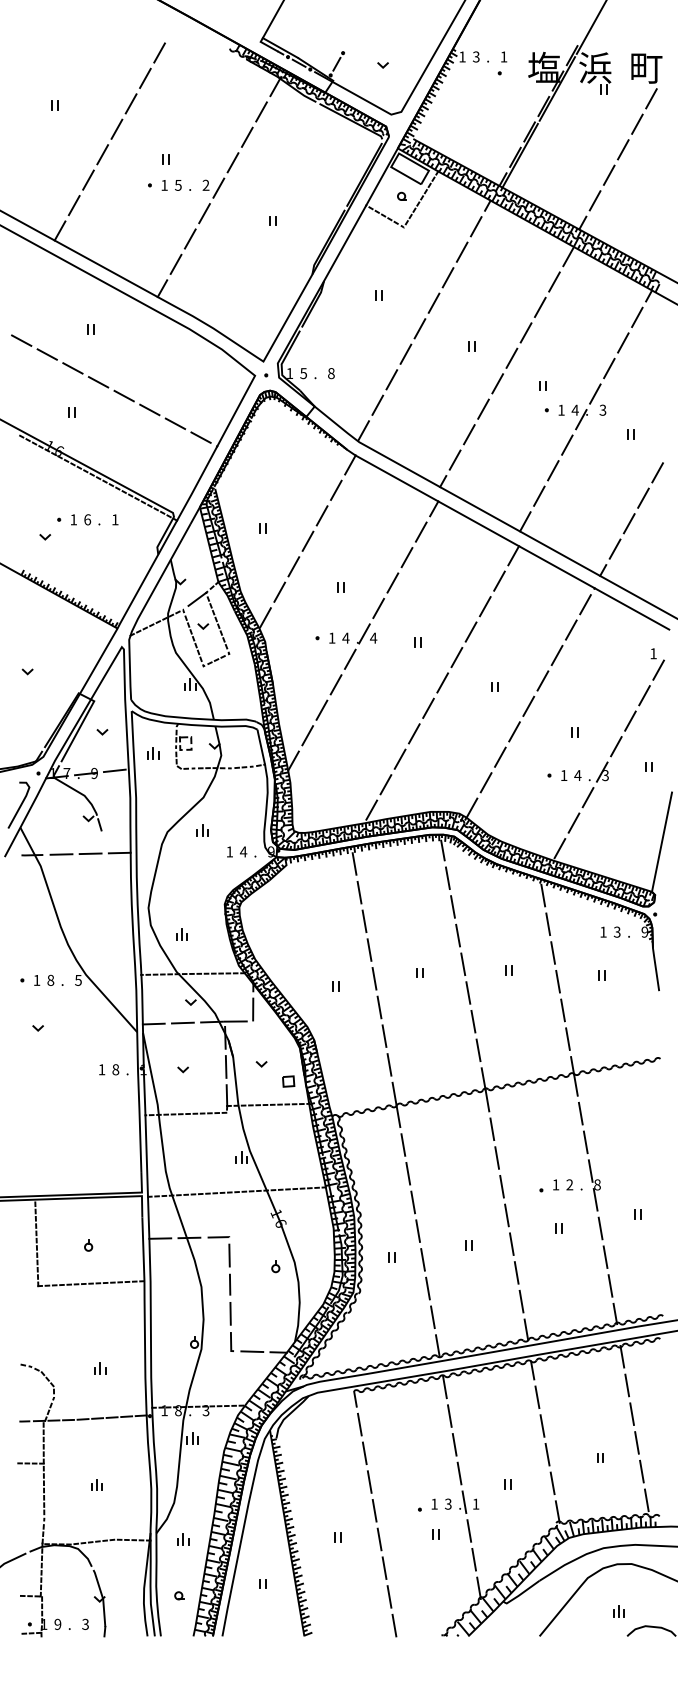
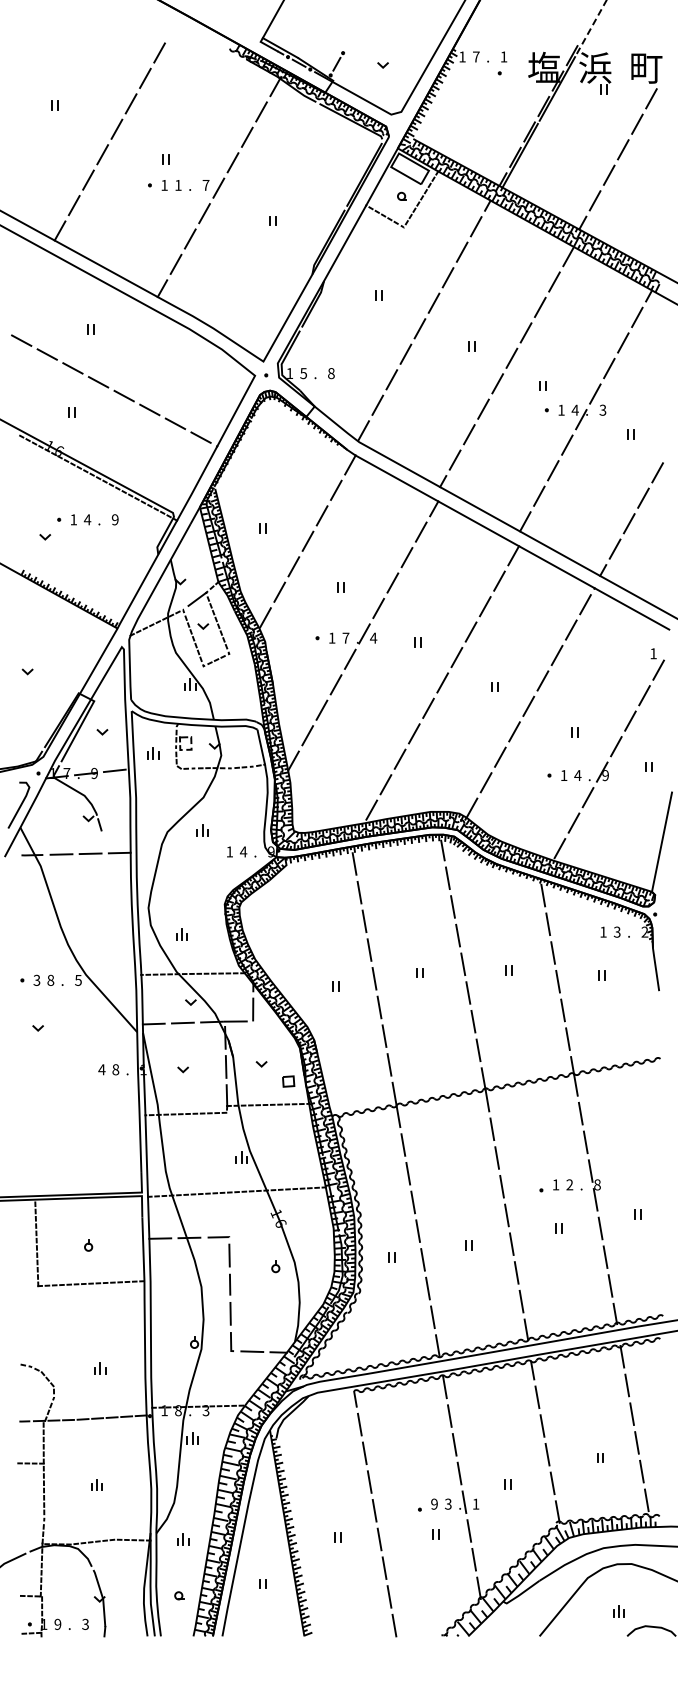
line at (591, 26): solid -> dashed
text at (476, 56): 3 -> 7
text at (205, 184): 2 -> 7
text at (178, 185): 5 -> 1
text at (87, 519): 6 -> 4
text at (114, 519): 1 -> 9
text at (345, 637): 4 -> 7
text at (605, 775): 3 -> 9
text at (644, 932): 9 -> 2
text at (36, 979): 1 -> 3
text at (101, 1069): 1 -> 4
text at (434, 1503): 1 -> 9
